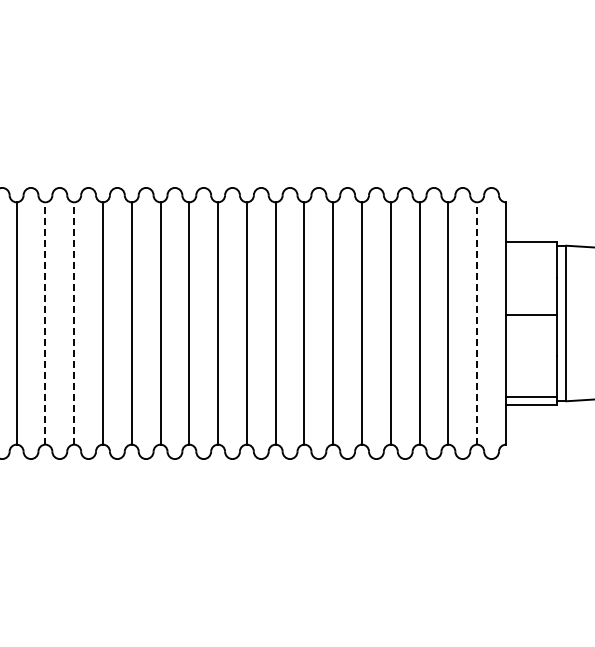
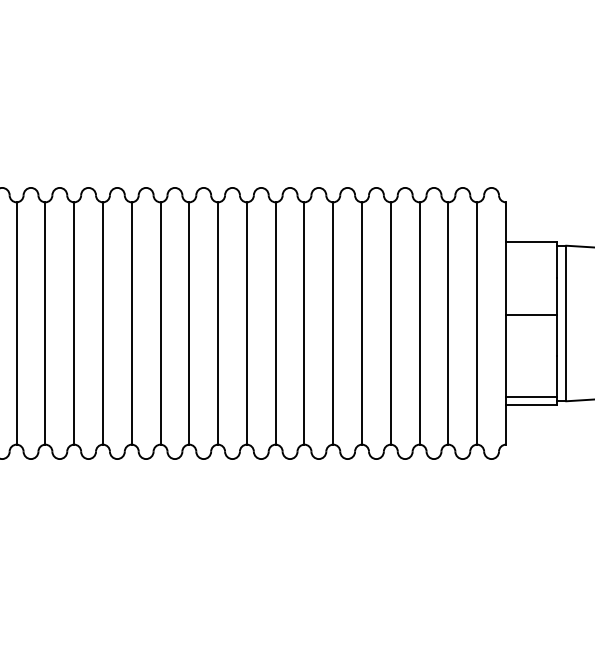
line at (45, 323): dashed -> solid
line at (74, 323): dashed -> solid
line at (477, 323): dashed -> solid
